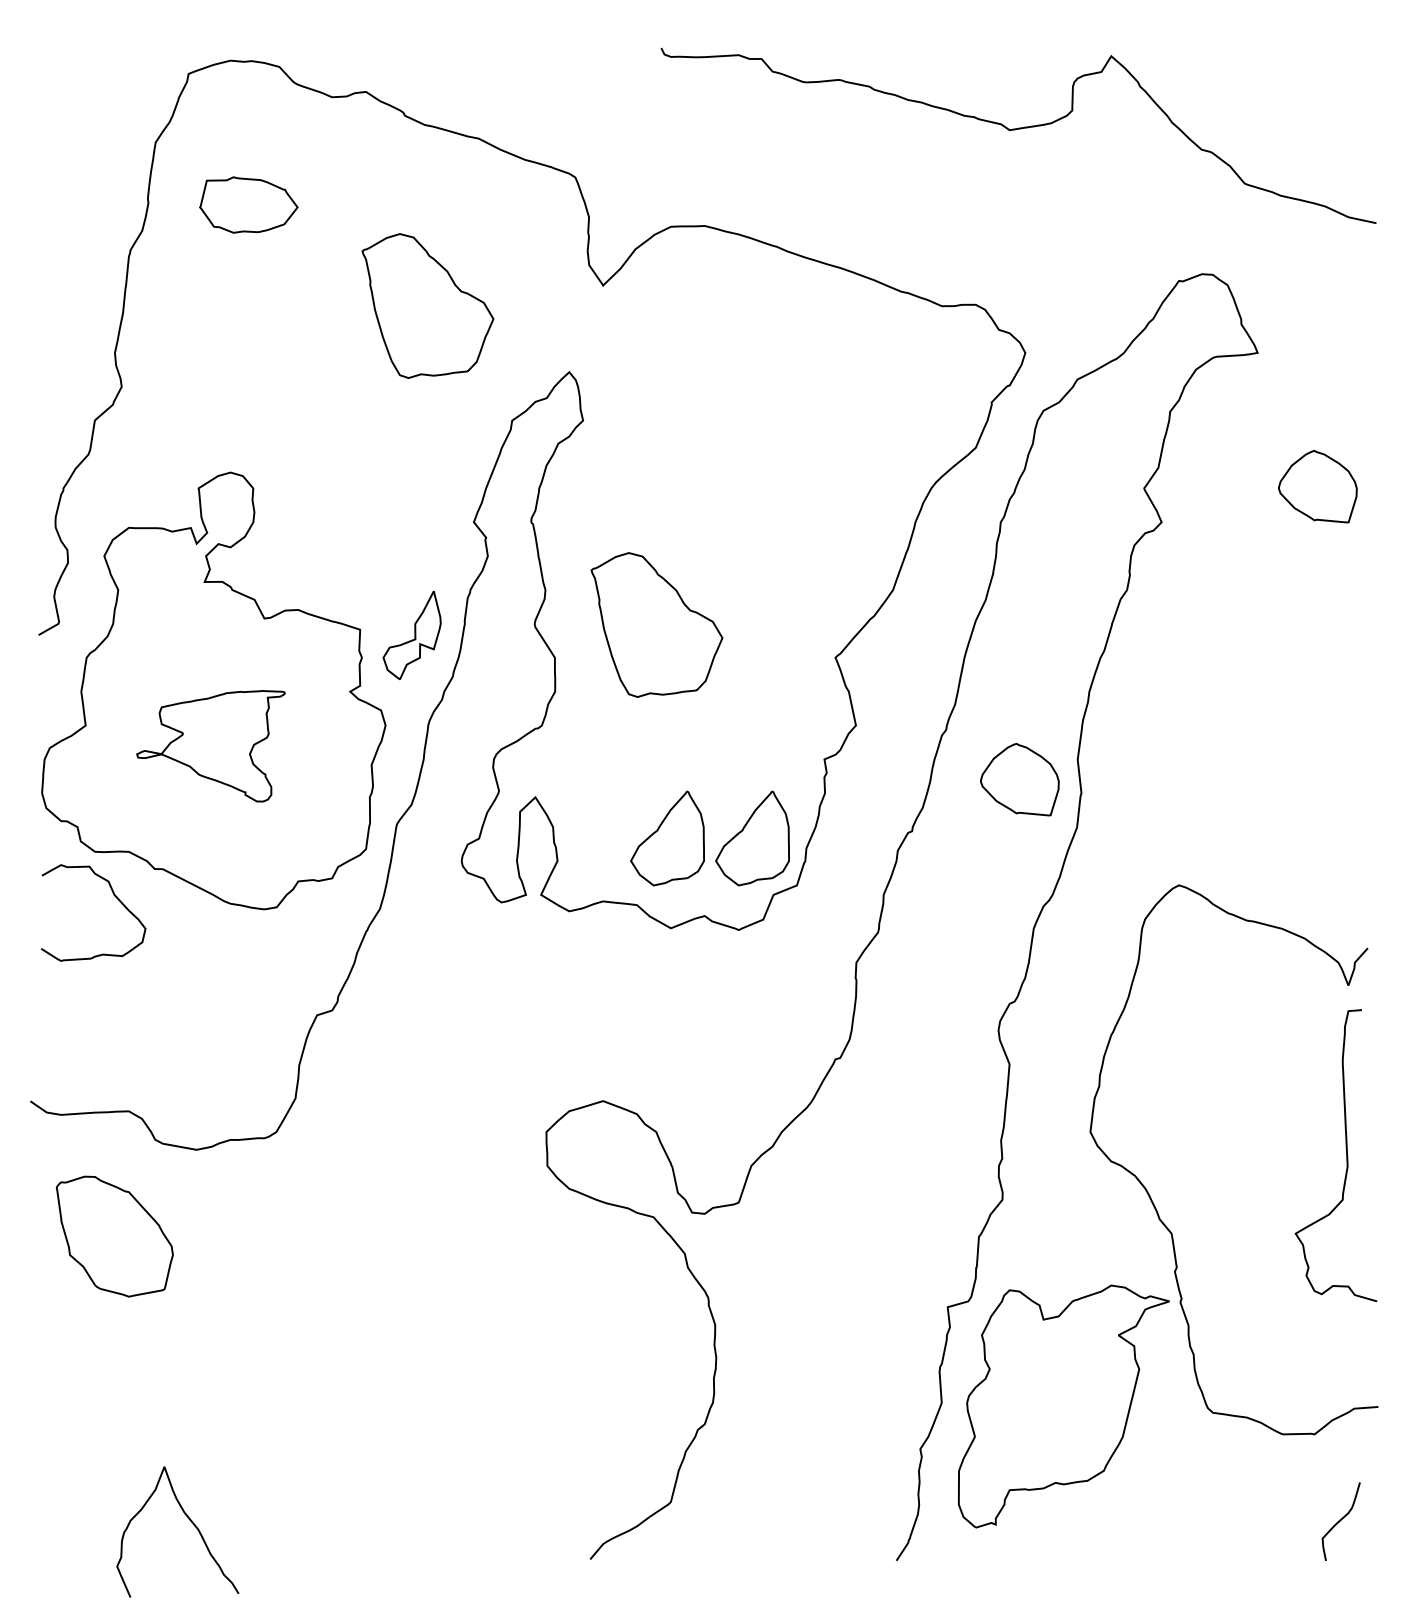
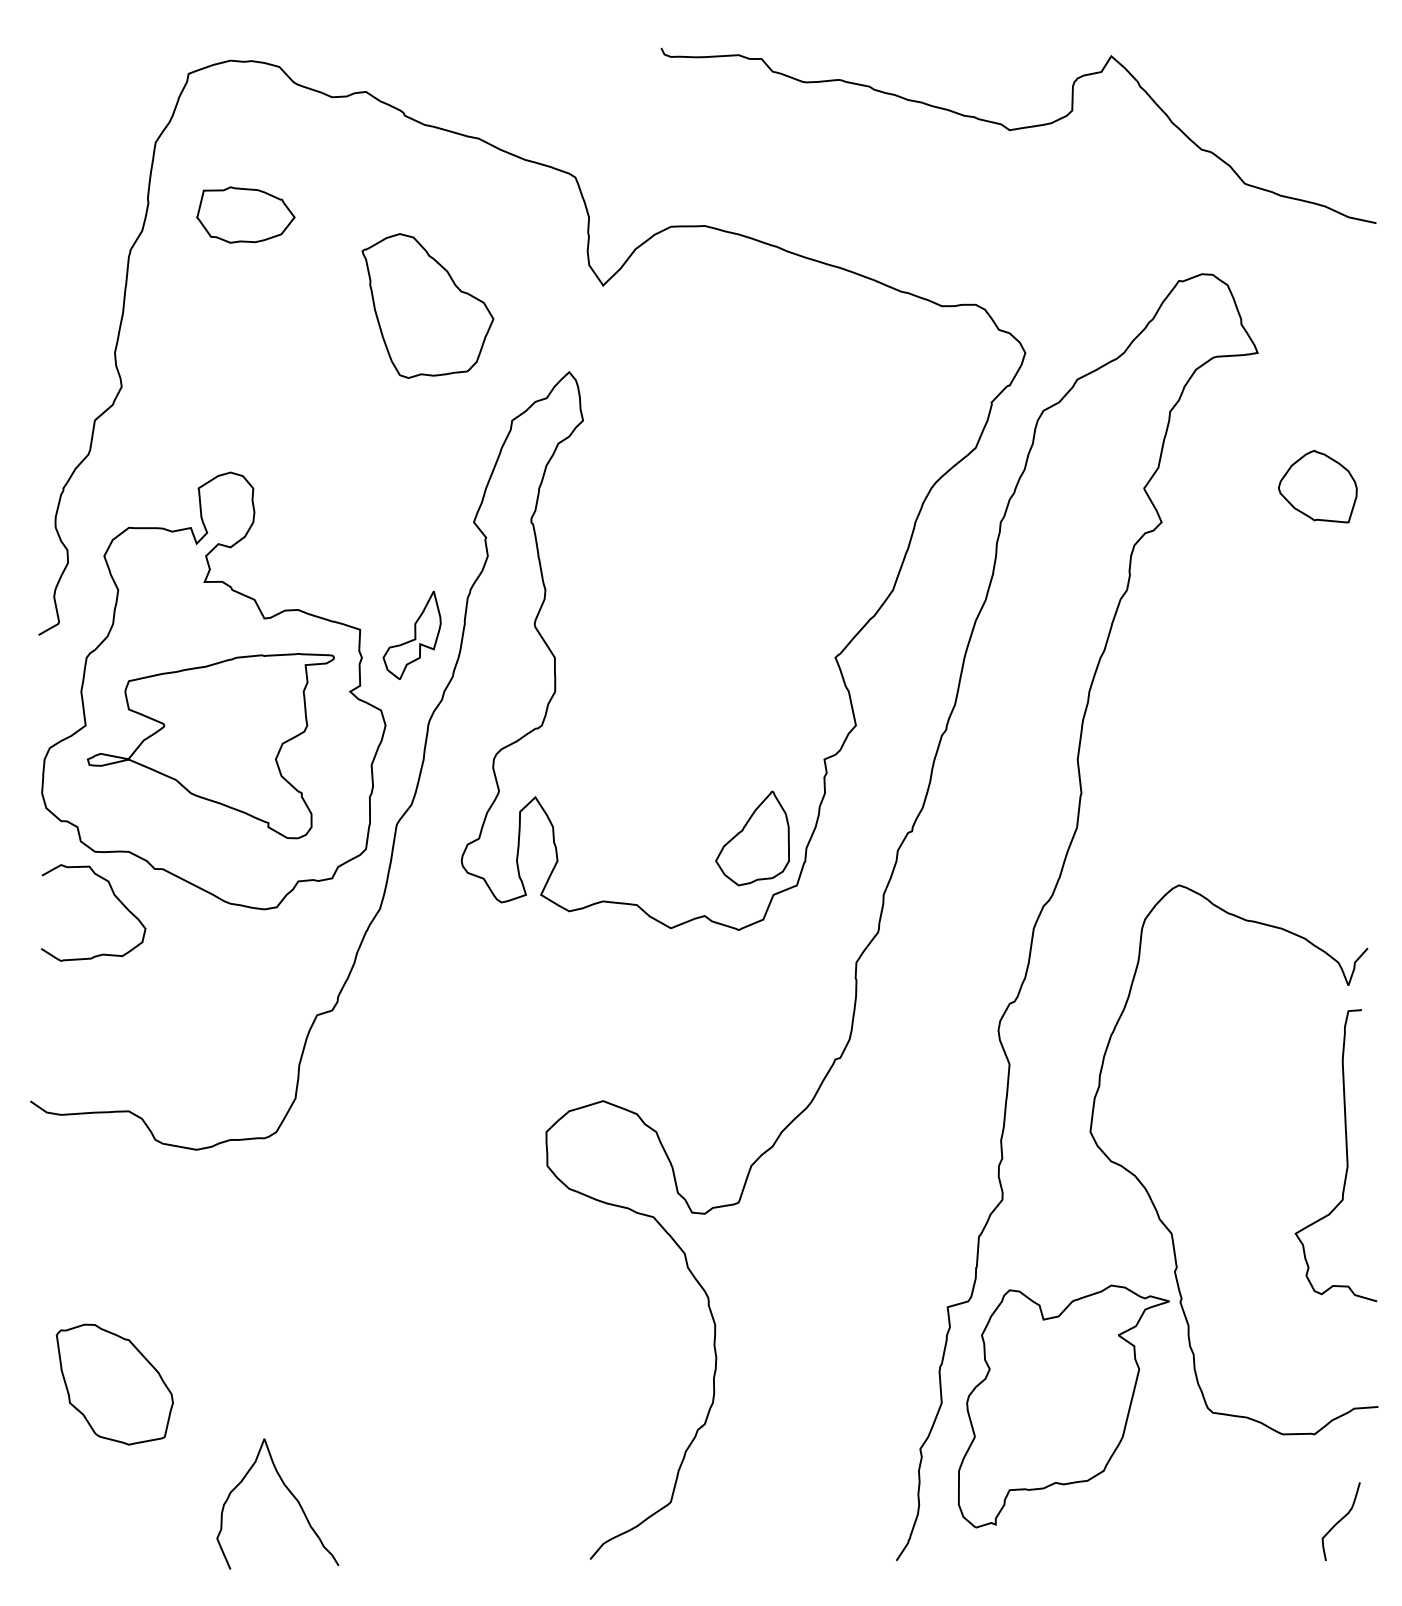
part at (248, 204) position: (248, 204) -> (245, 214)
part at (656, 624): present -> none
part at (210, 746) size: 150x113 px -> 248x187 px
part at (1019, 779): present -> none
part at (667, 838): present -> none
part at (114, 1236) position: (114, 1236) -> (114, 1384)
curve at (188, 1519) position: (188, 1519) -> (288, 1491)
